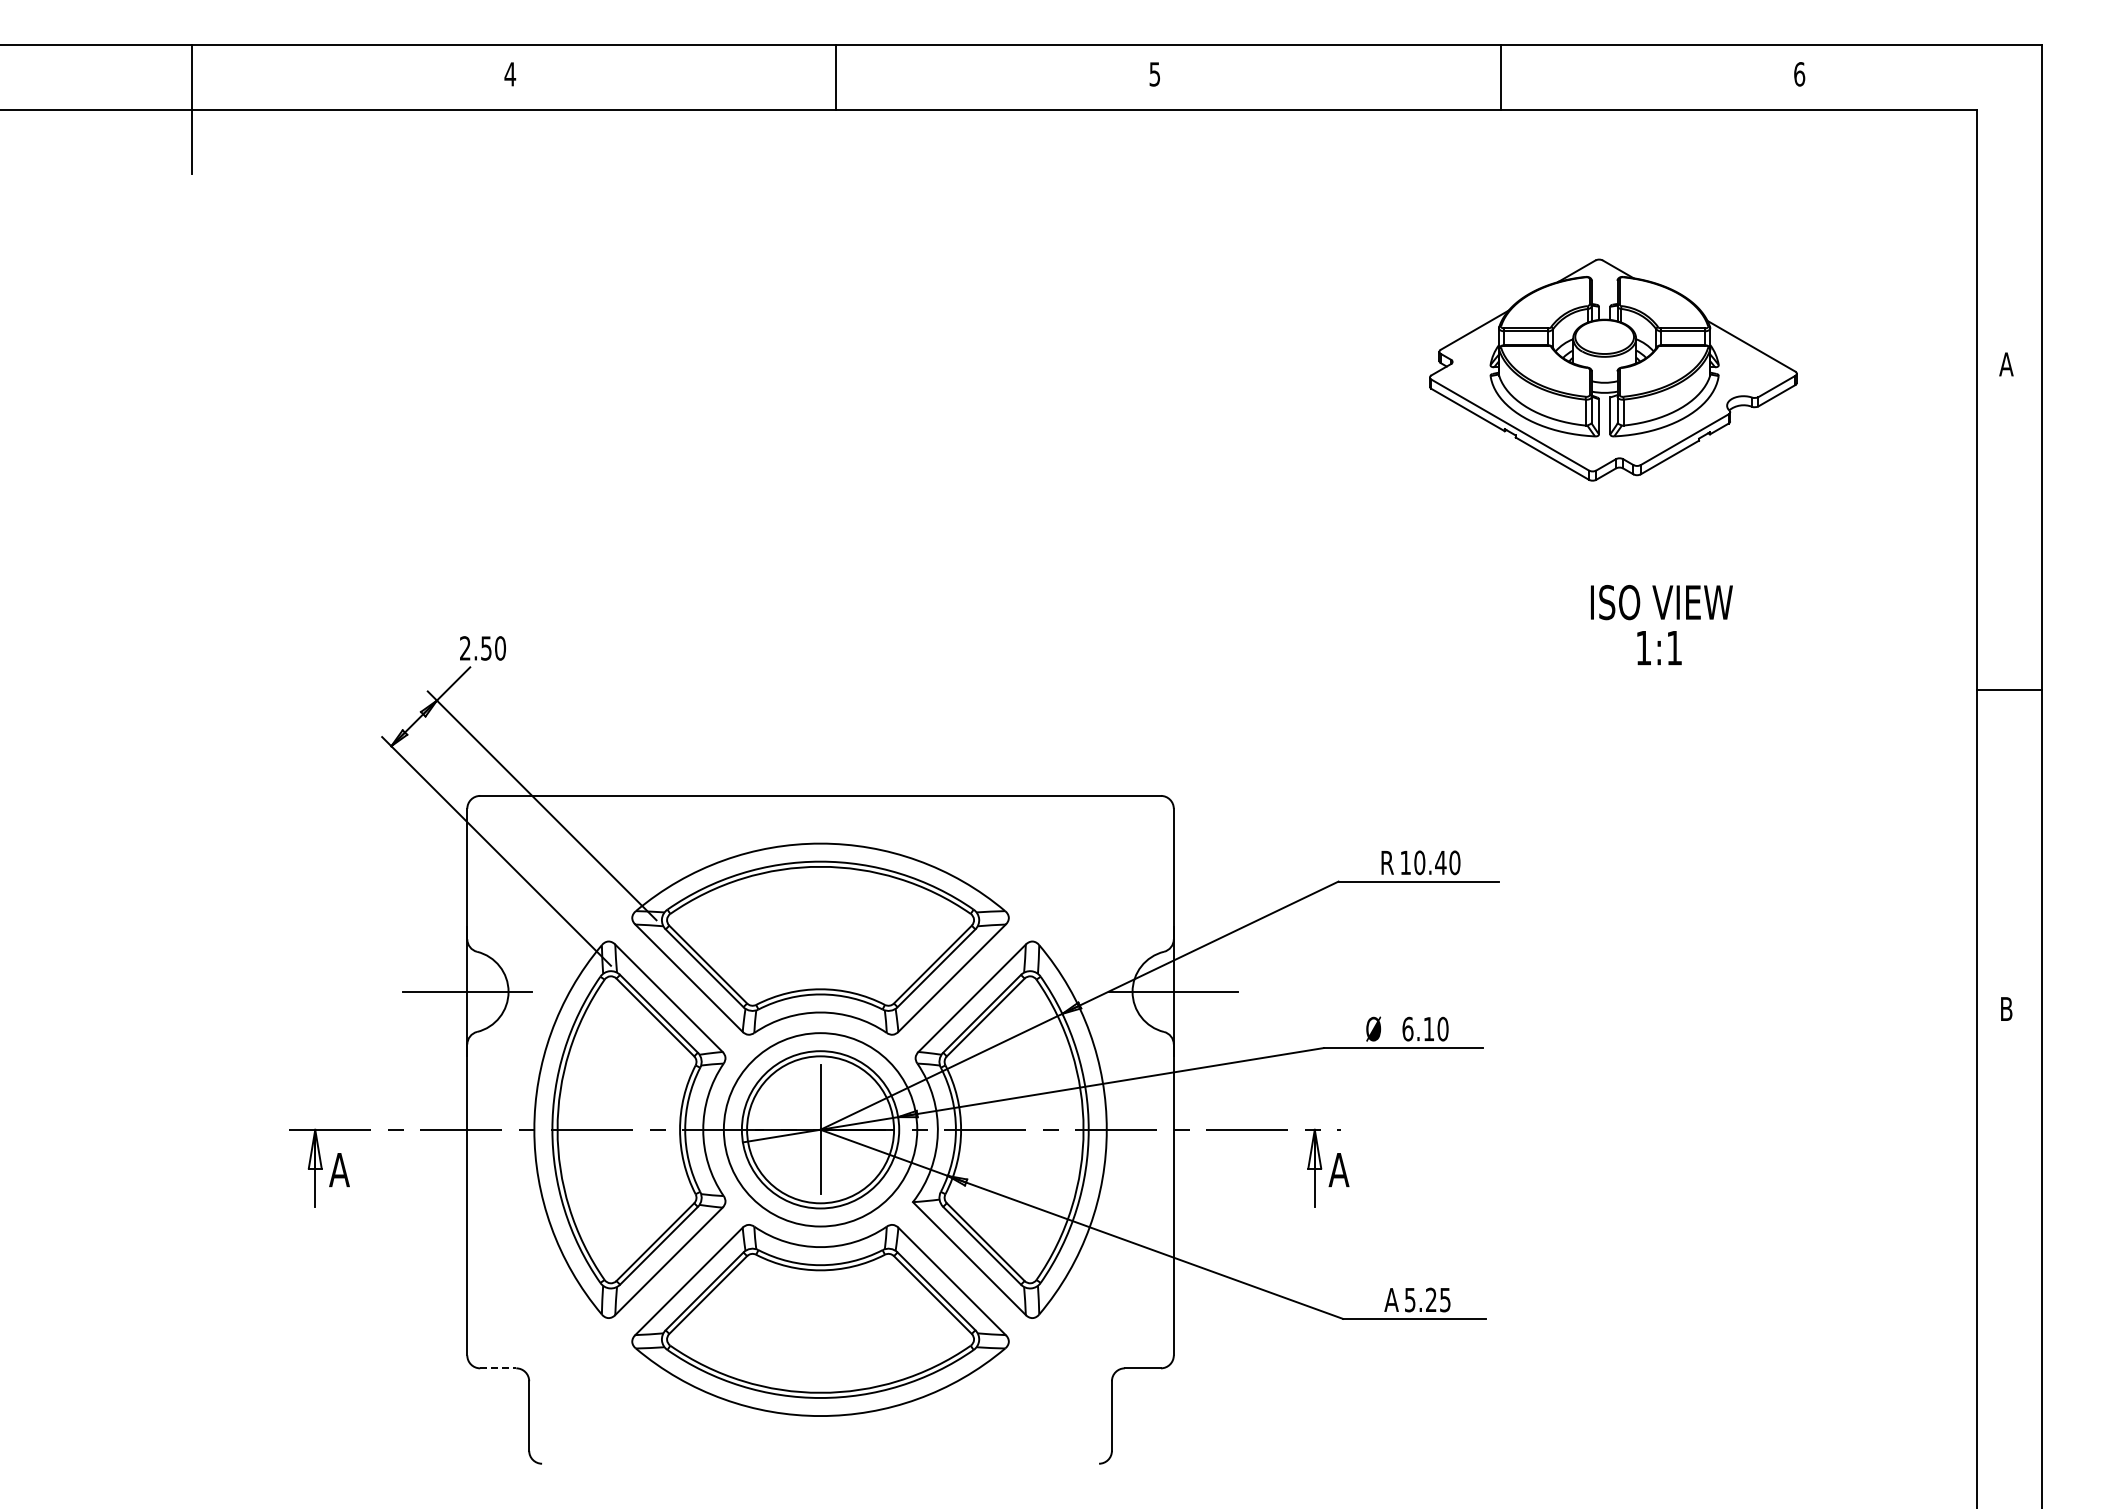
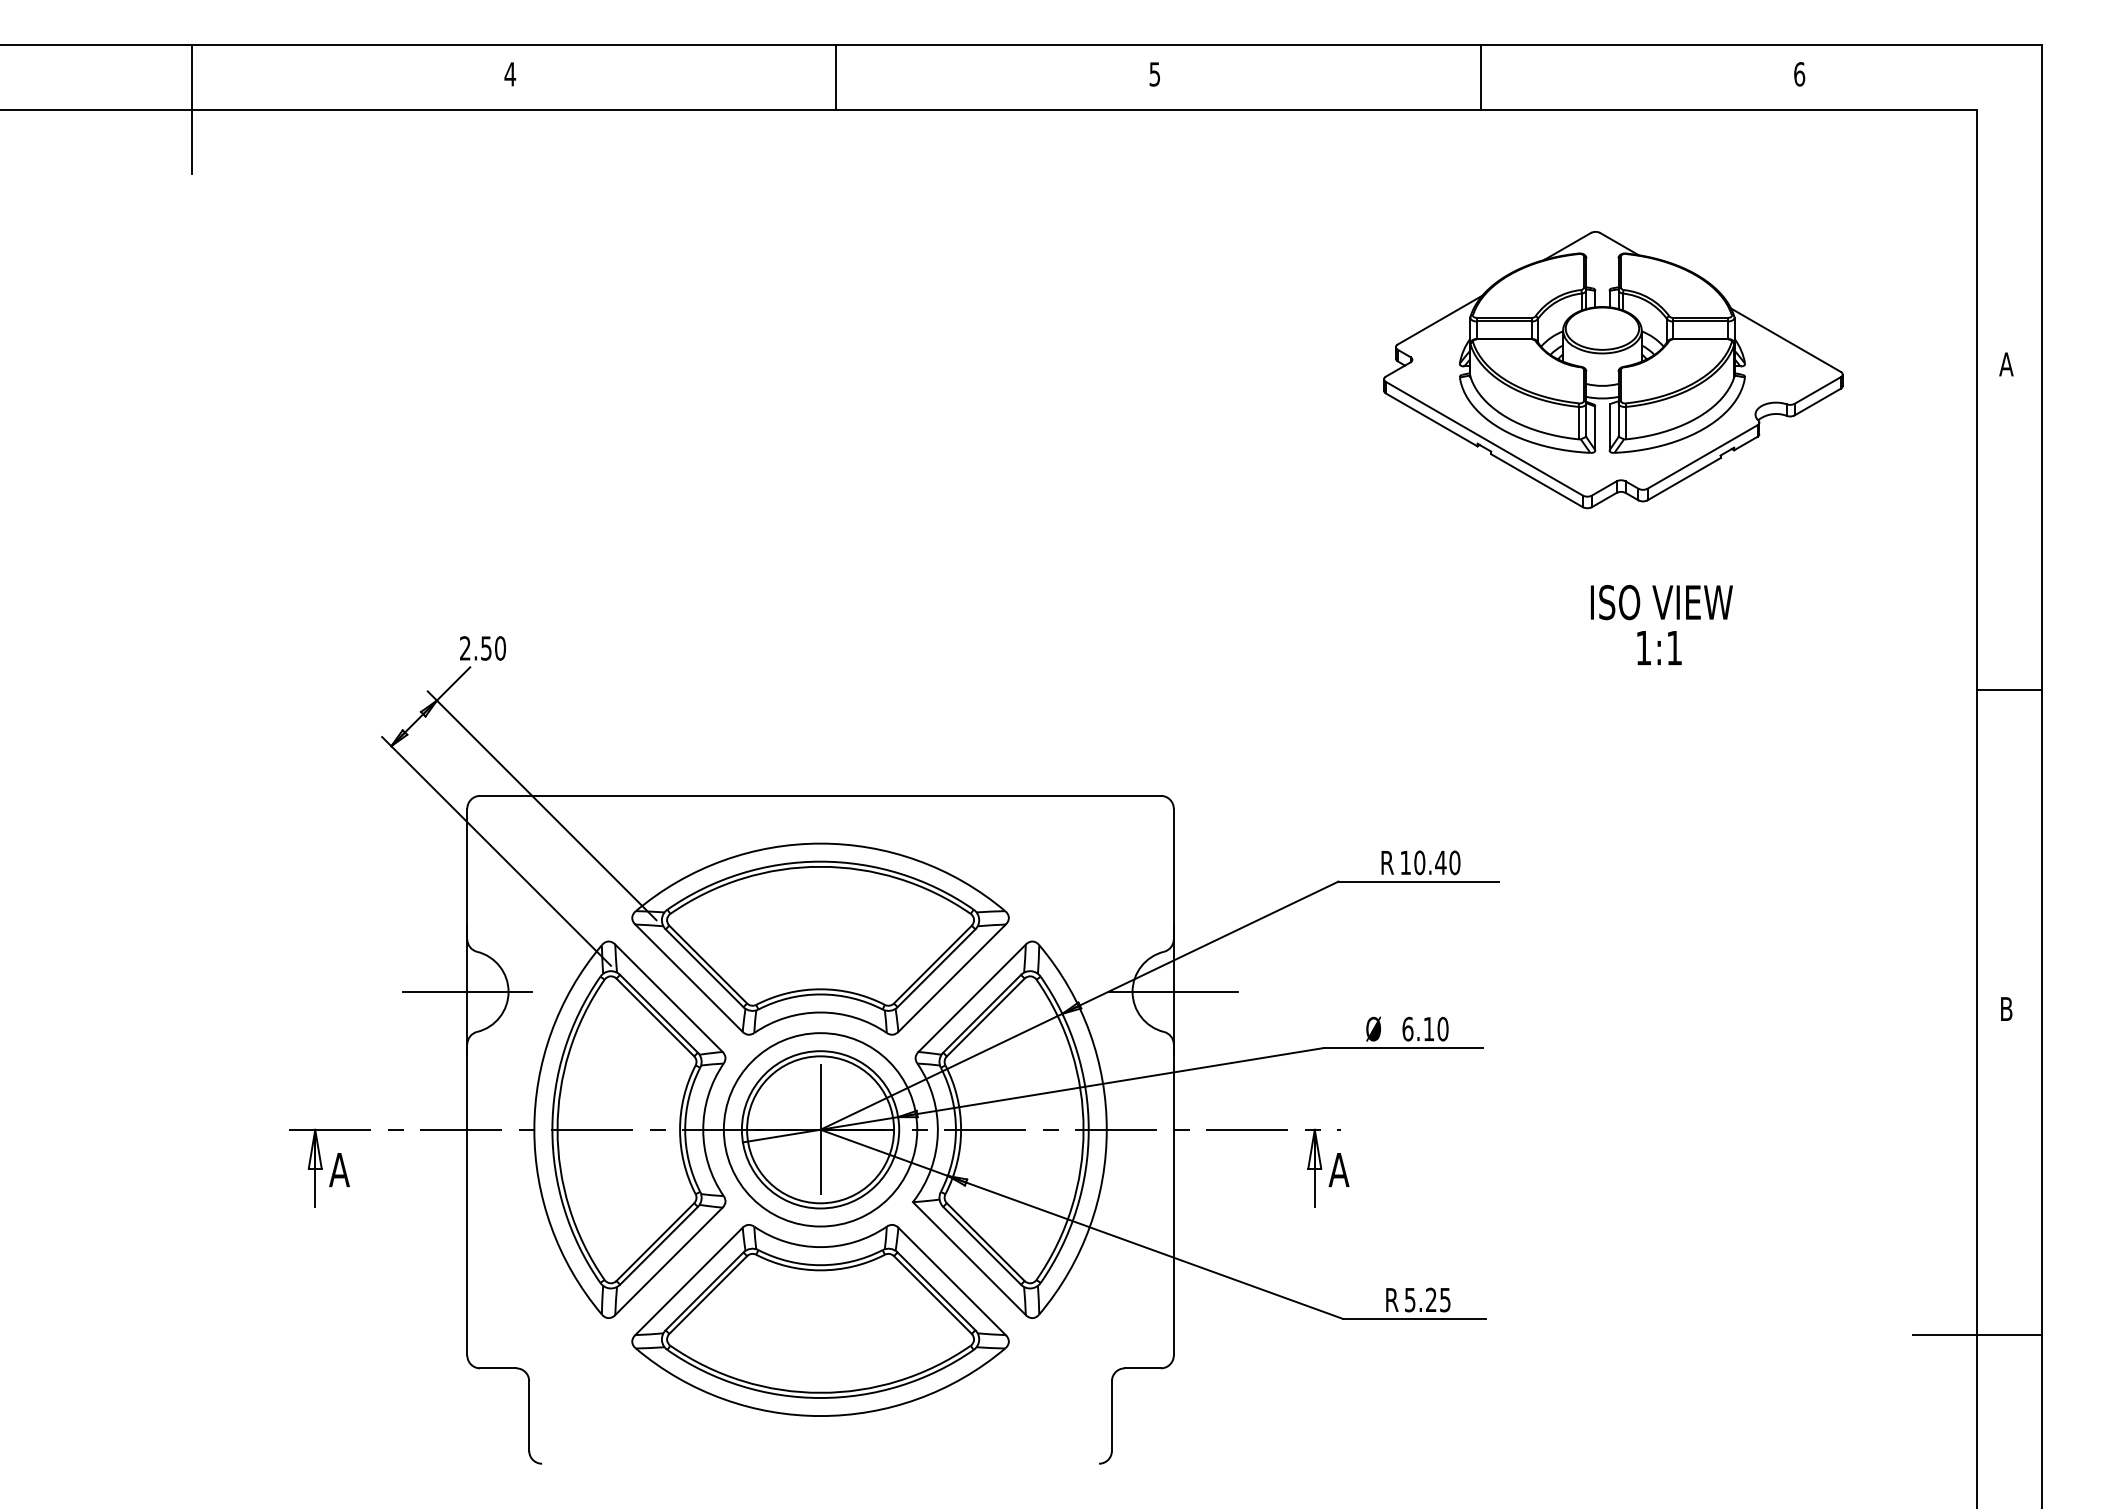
line at (1501, 77) position: (1501, 77) -> (1481, 77)
part at (1613, 369) size: 369x224 px -> 461x279 px
text at (1391, 1299): A -> R
line at (1976, 1334): none -> present
line at (498, 1368): dashed -> solid
